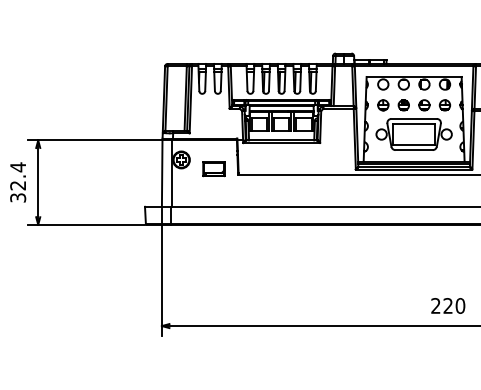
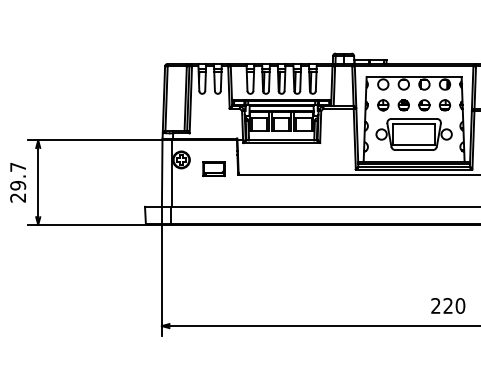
text at (18, 182): 32.4 -> 29.7
